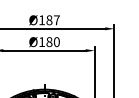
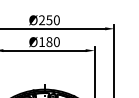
text at (49, 20): Ø187 -> Ø250
